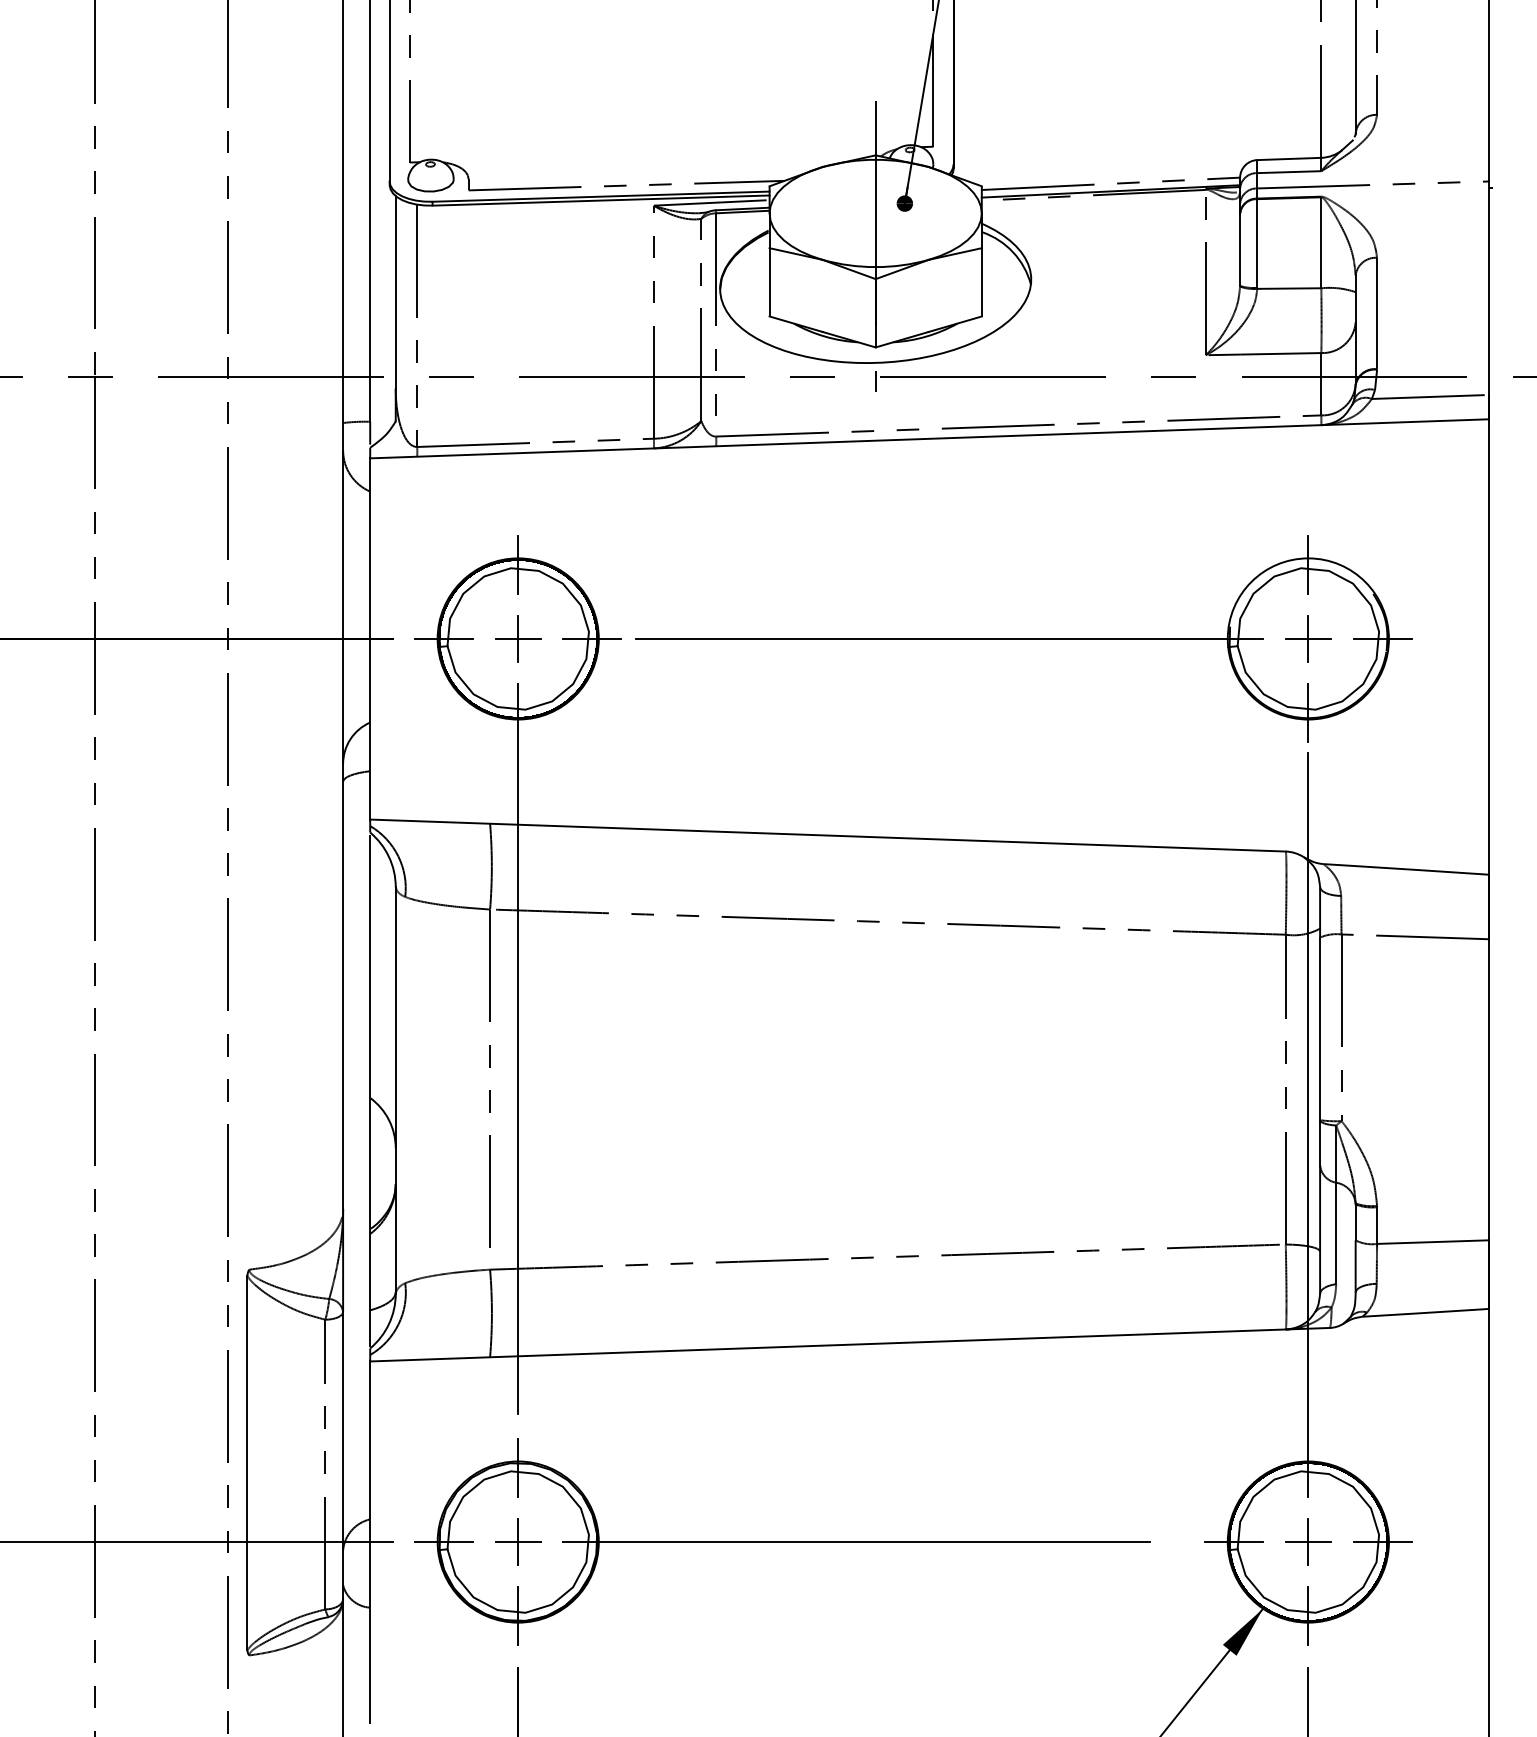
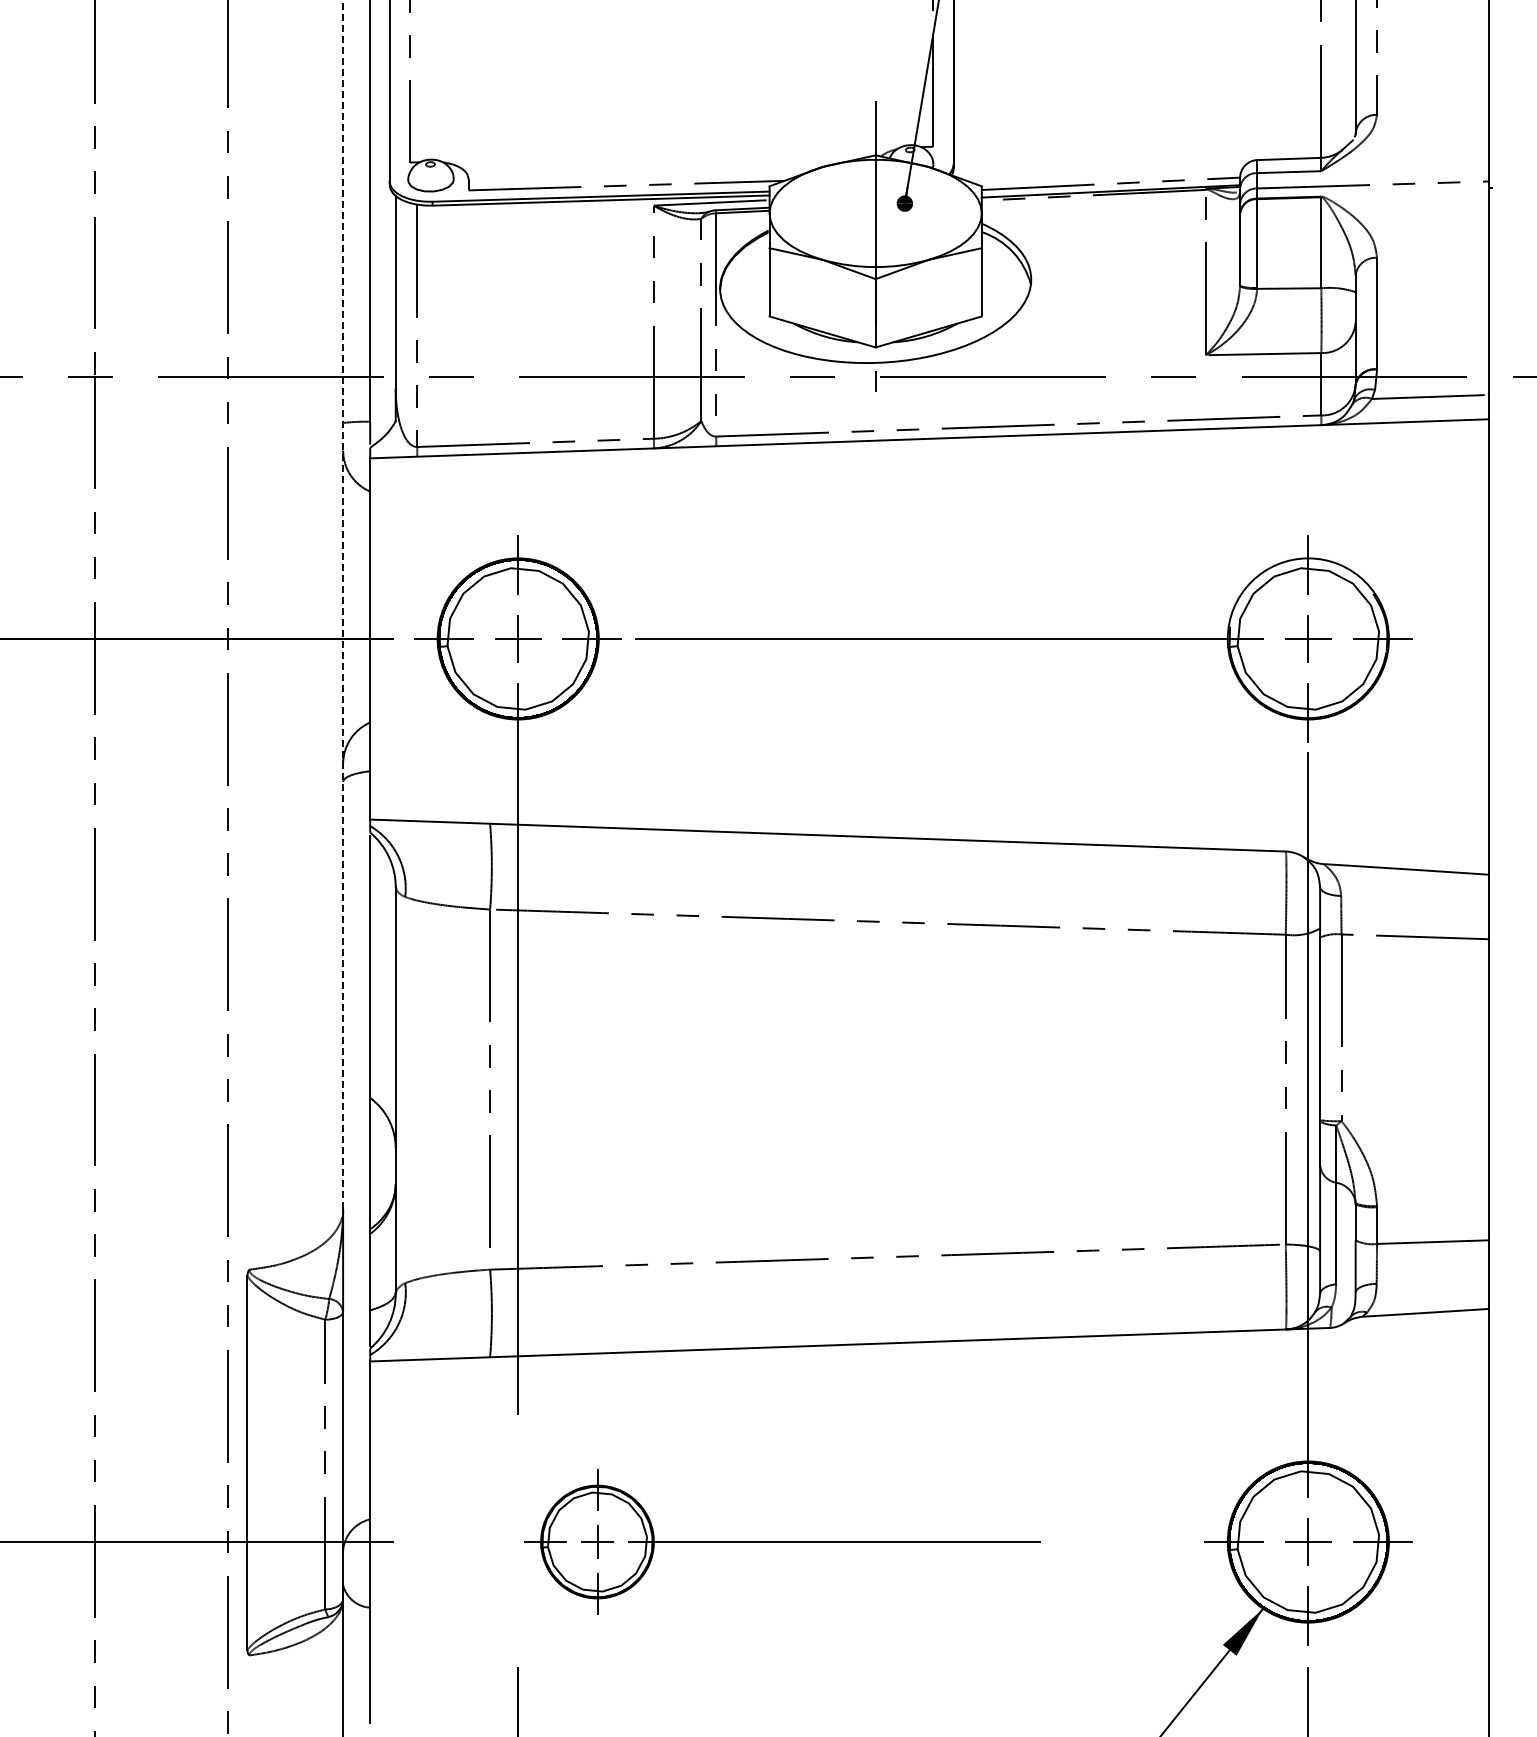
line at (343, 605): solid -> dashed
part at (782, 1541) size: 737x208 px -> 517x146 px
